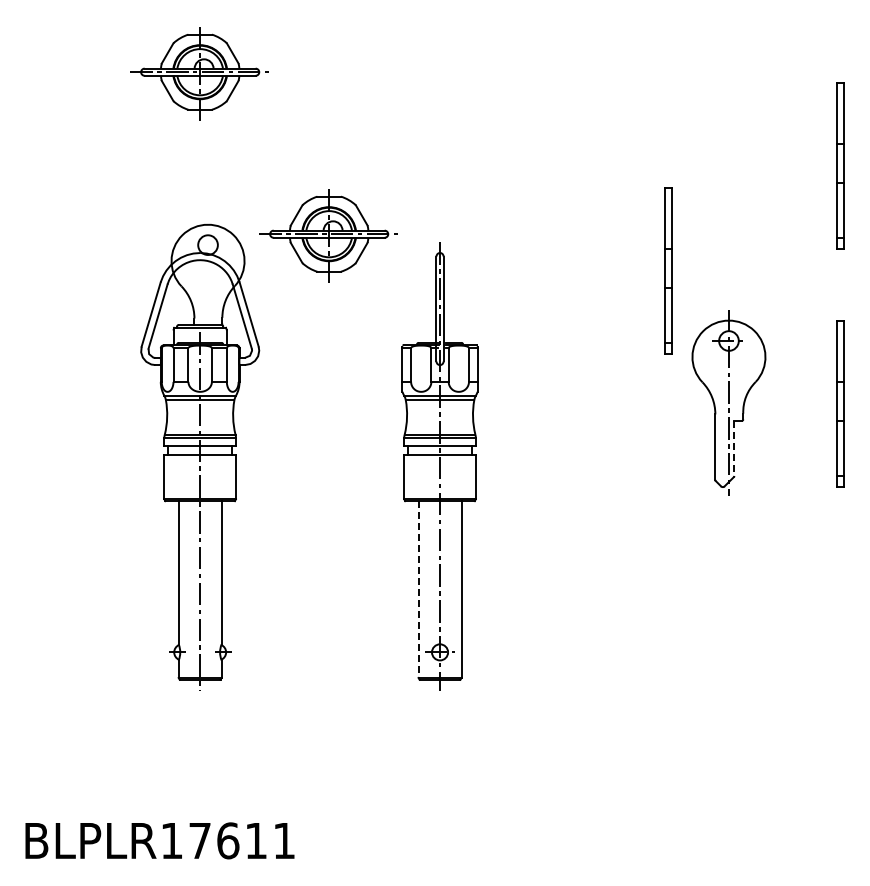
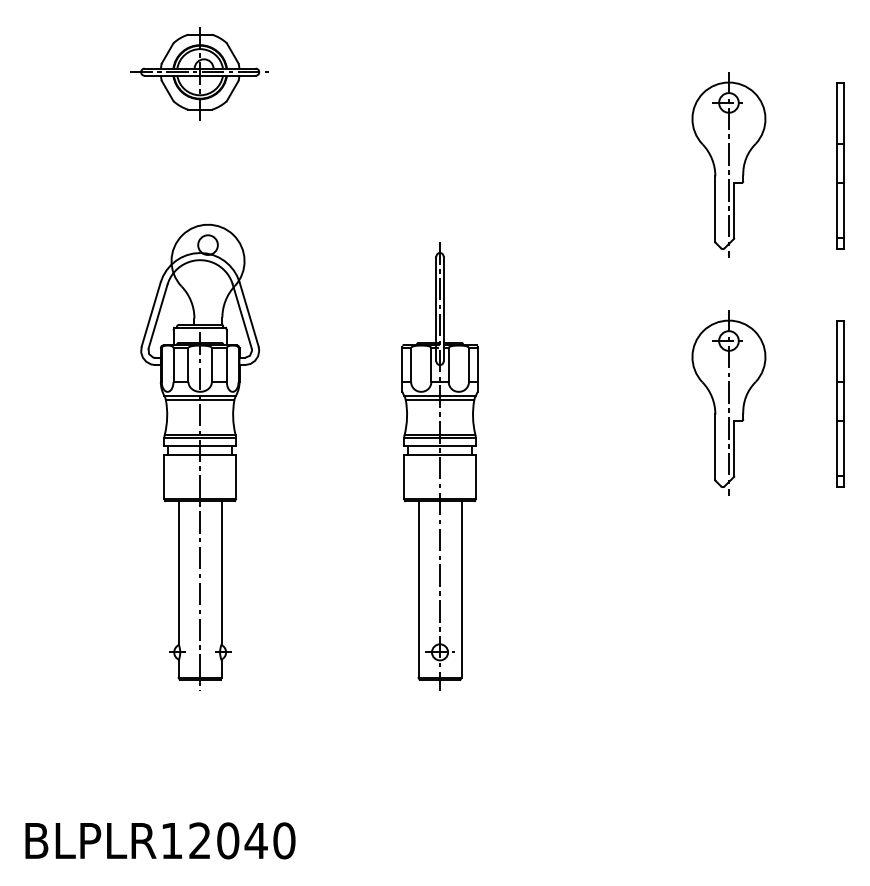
part at (728, 164): none -> present
part at (328, 235): present -> none
part at (668, 270): present -> none
line at (734, 448): dashed -> solid
line at (418, 590): dashed -> solid
text at (242, 840): BLPLR17611 -> BLPLR12040
